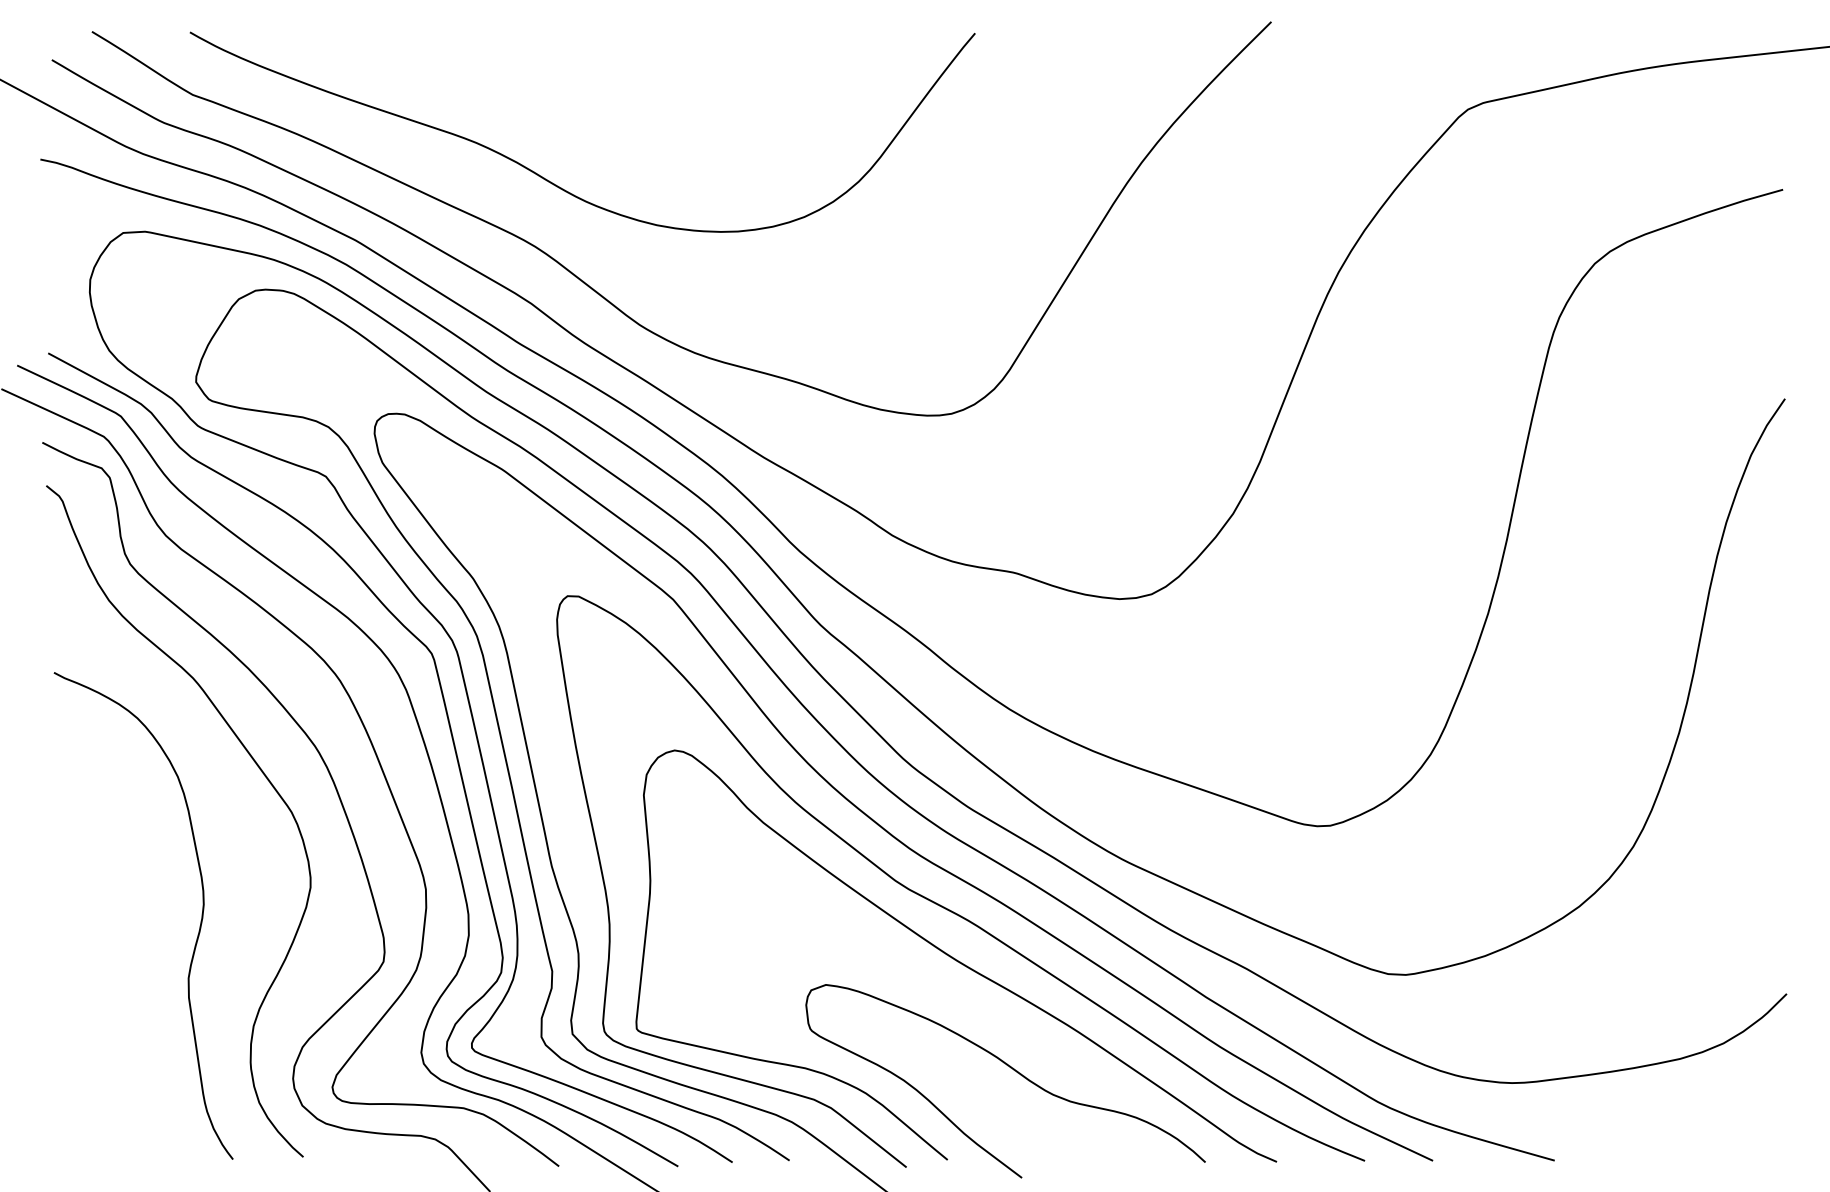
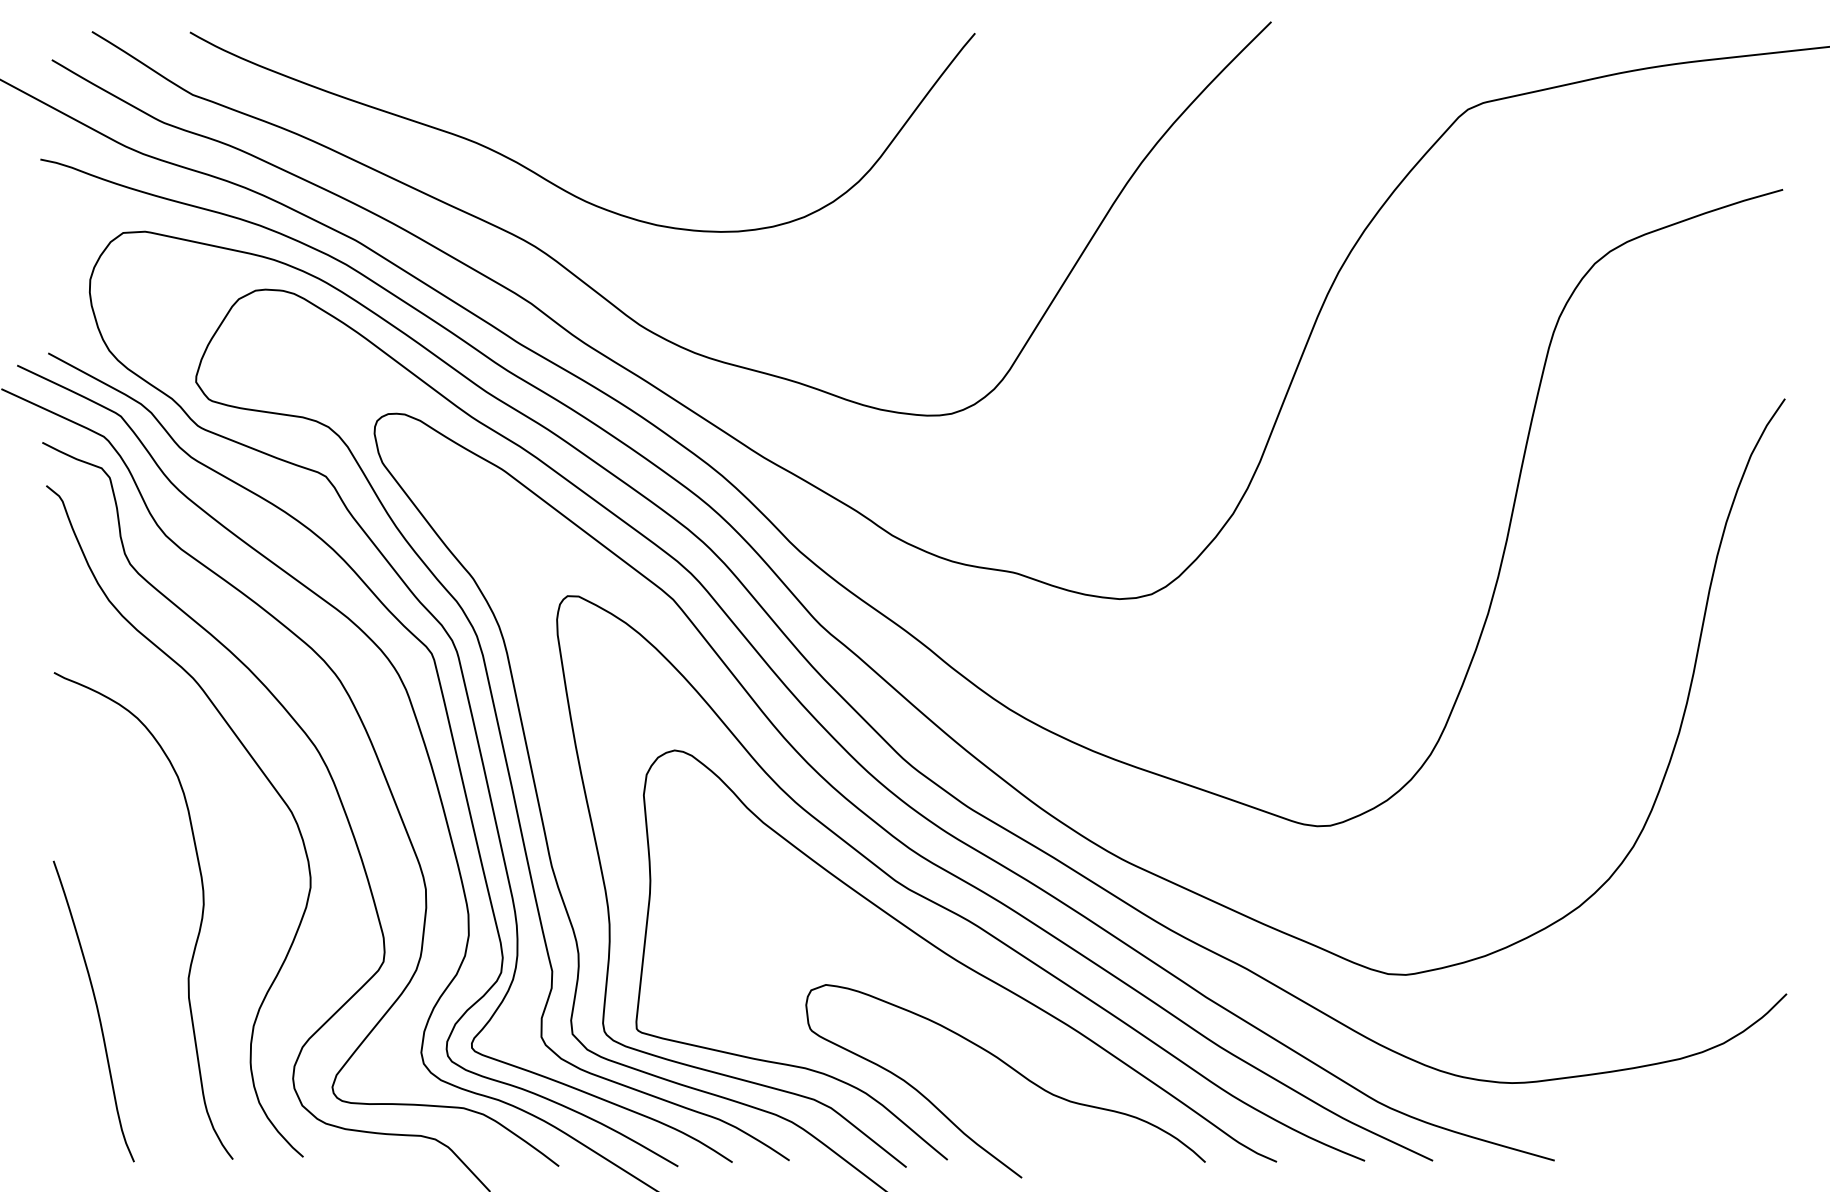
curve at (96, 1009): none -> present
